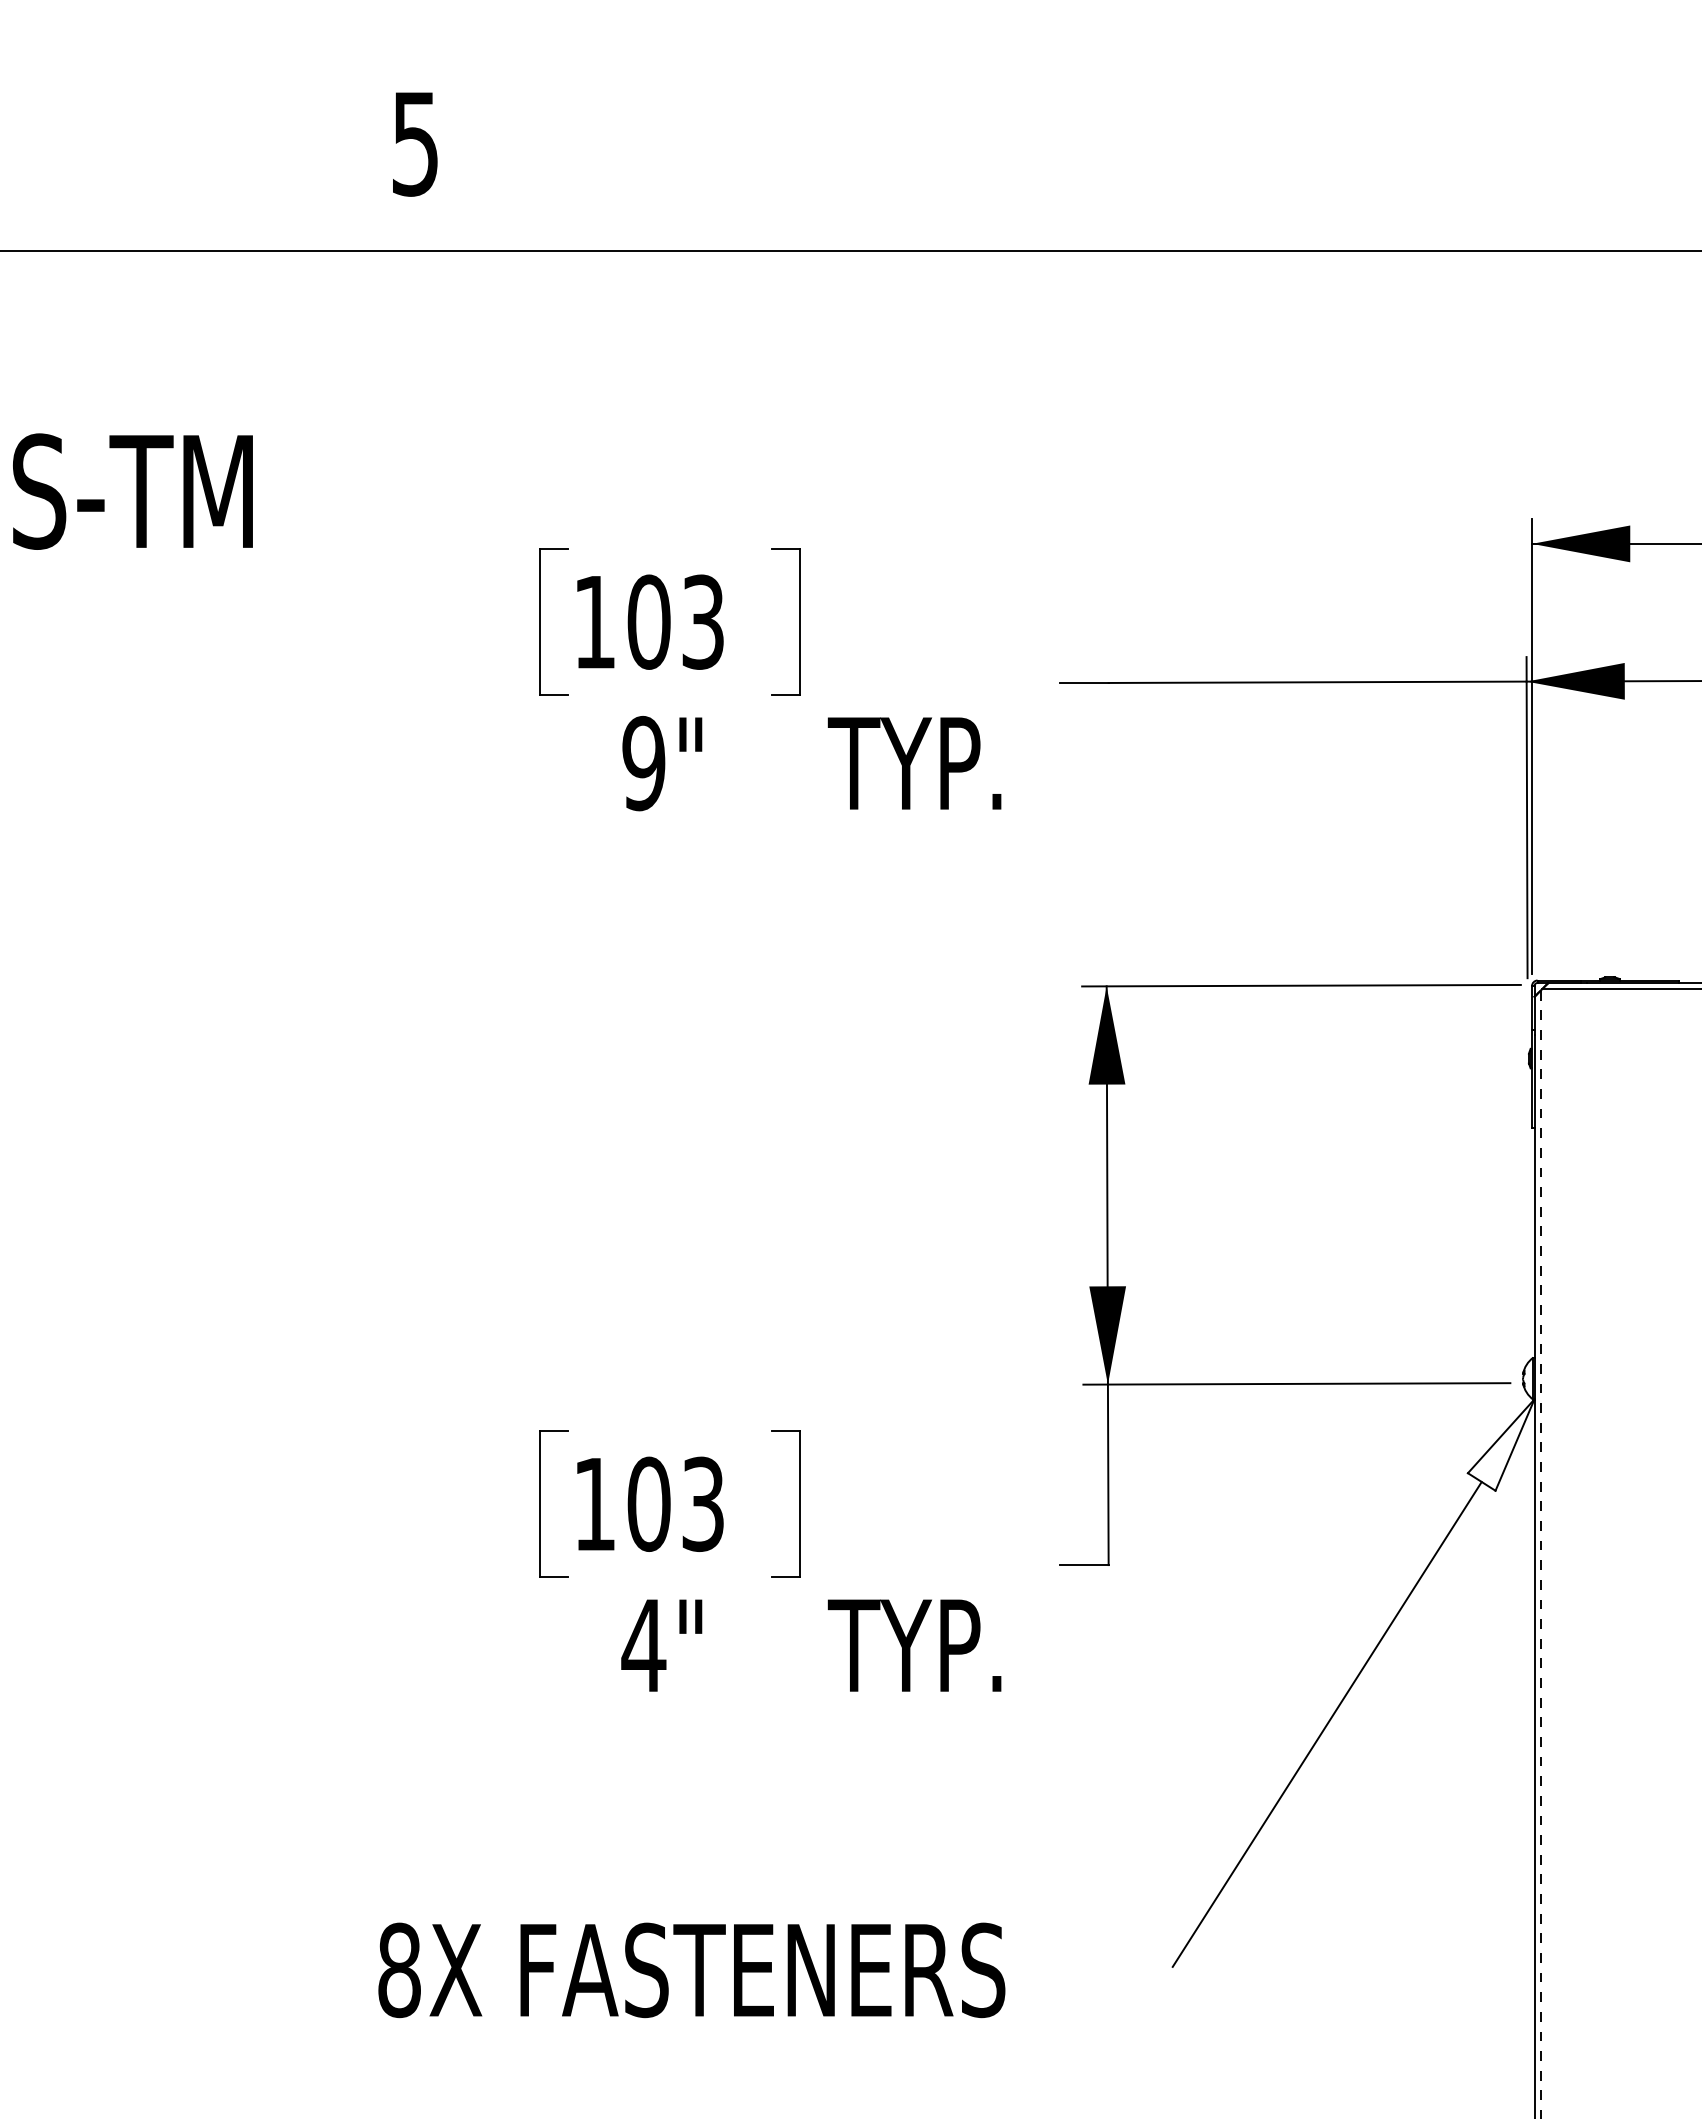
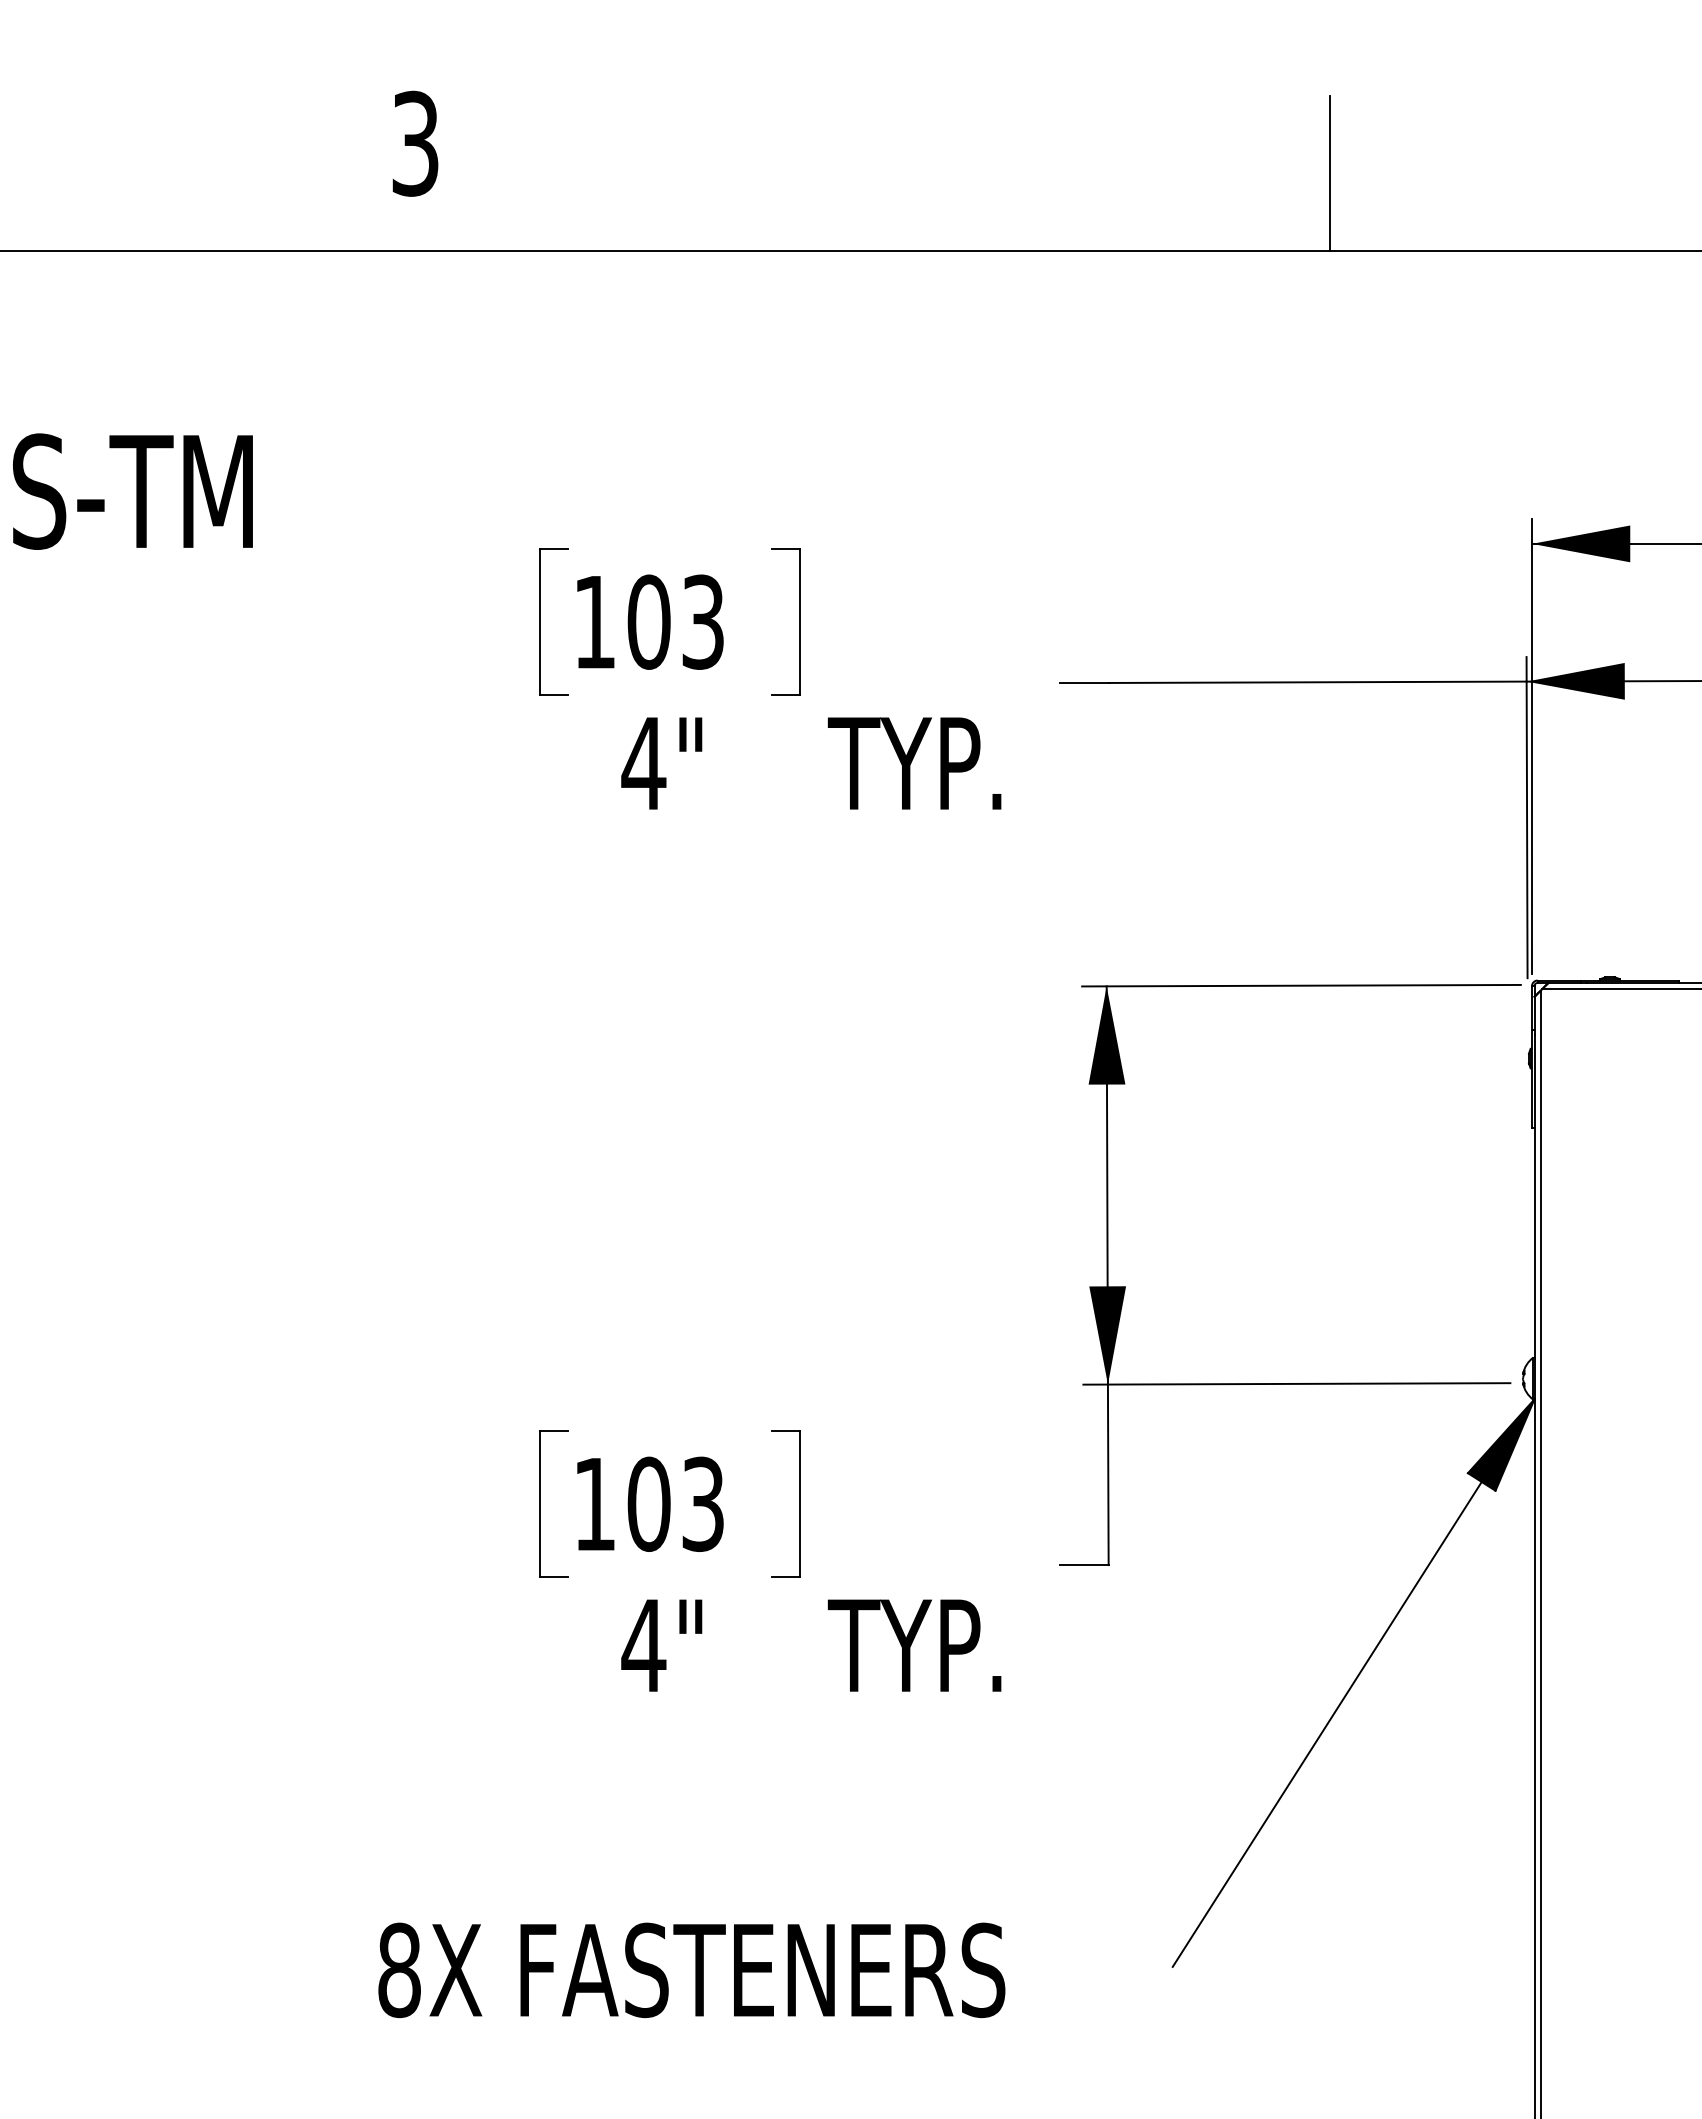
text at (415, 143): 5 -> 3
line at (1330, 173): none -> present
text at (643, 763): 9" -> 4"
fill at (1500, 1444): none -> present
line at (1540, 1554): dashed -> solid
